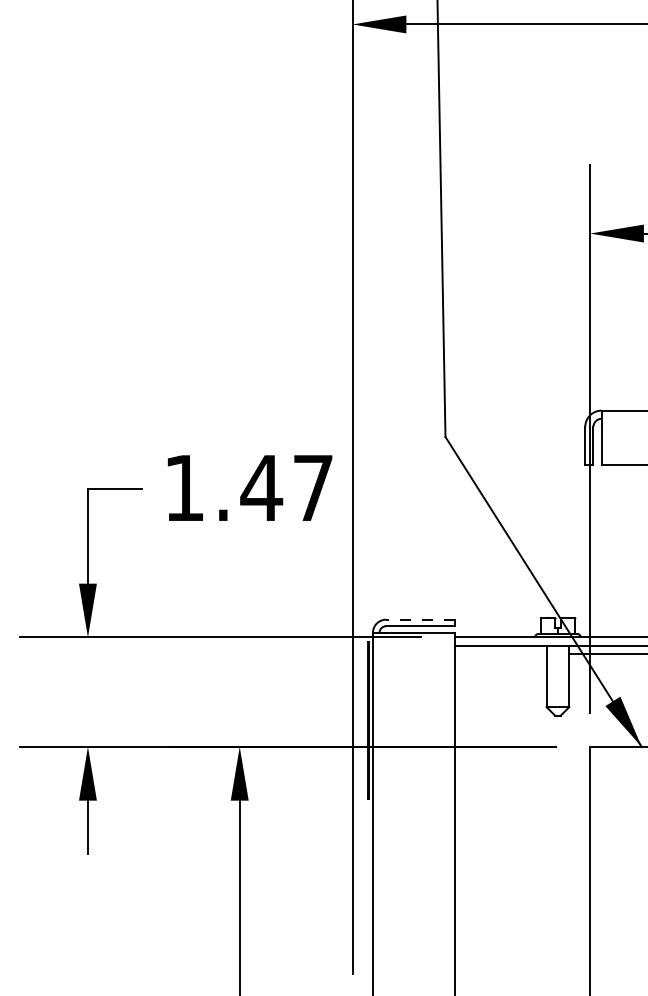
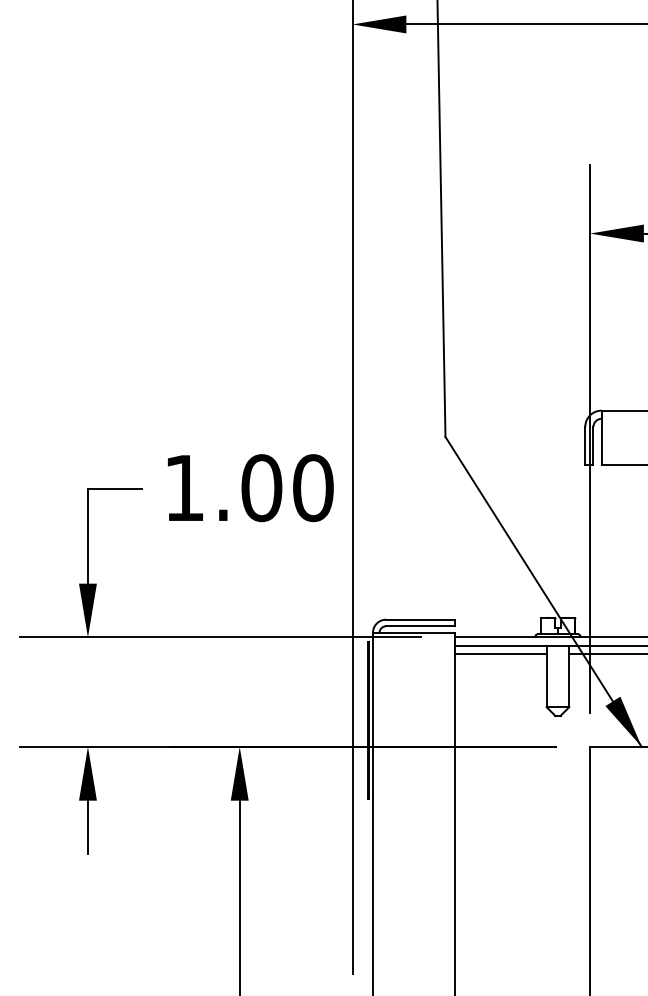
text at (286, 488): 1.47 -> 1.00
line at (420, 619): dashed -> solid
line at (500, 653): none -> present
